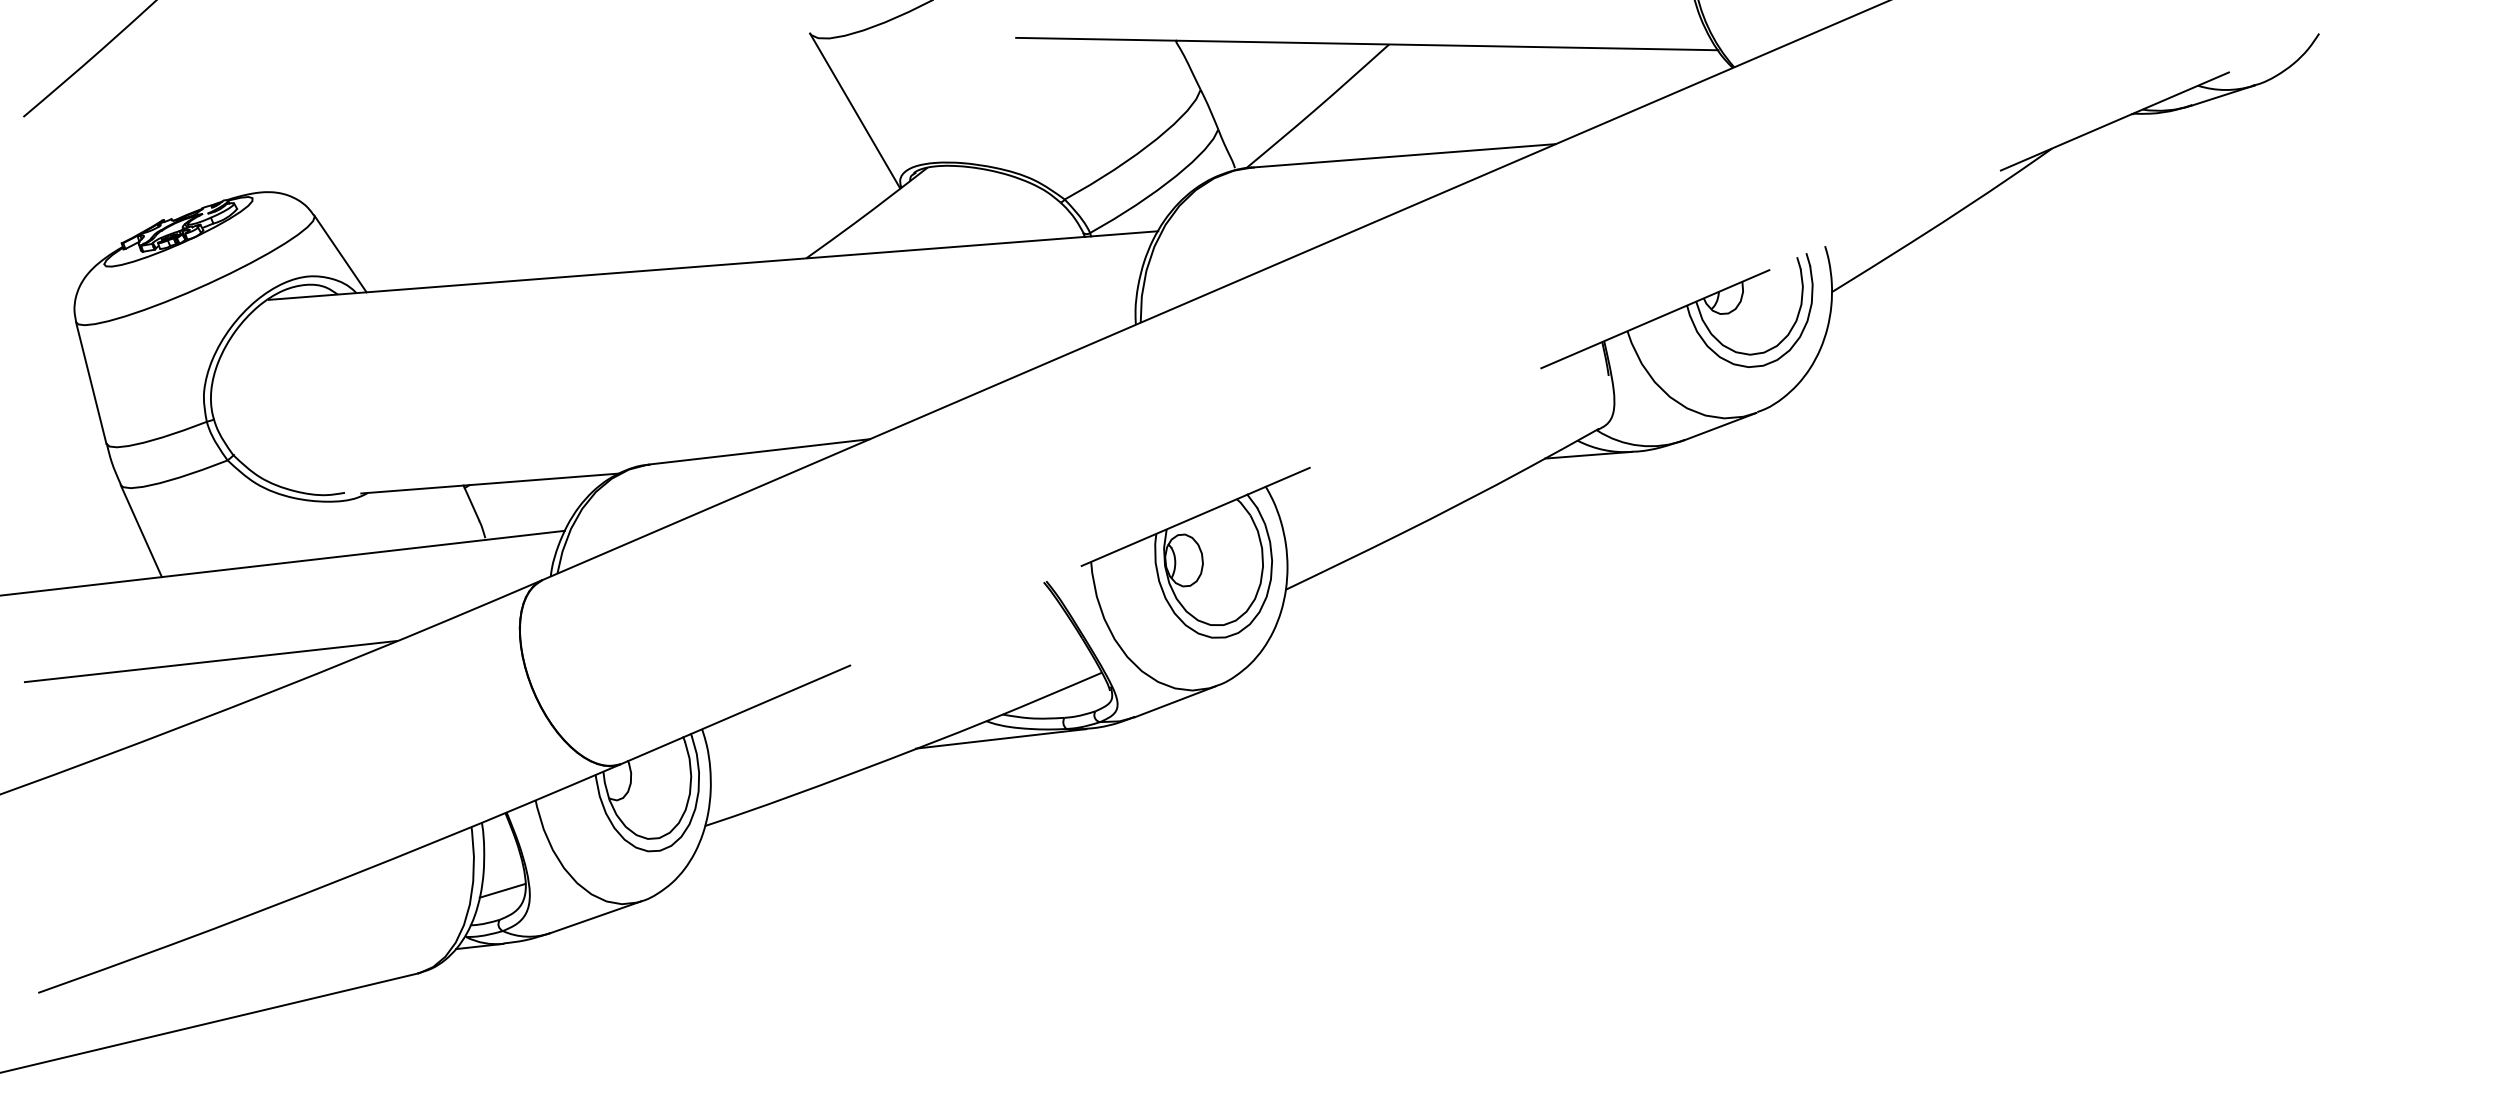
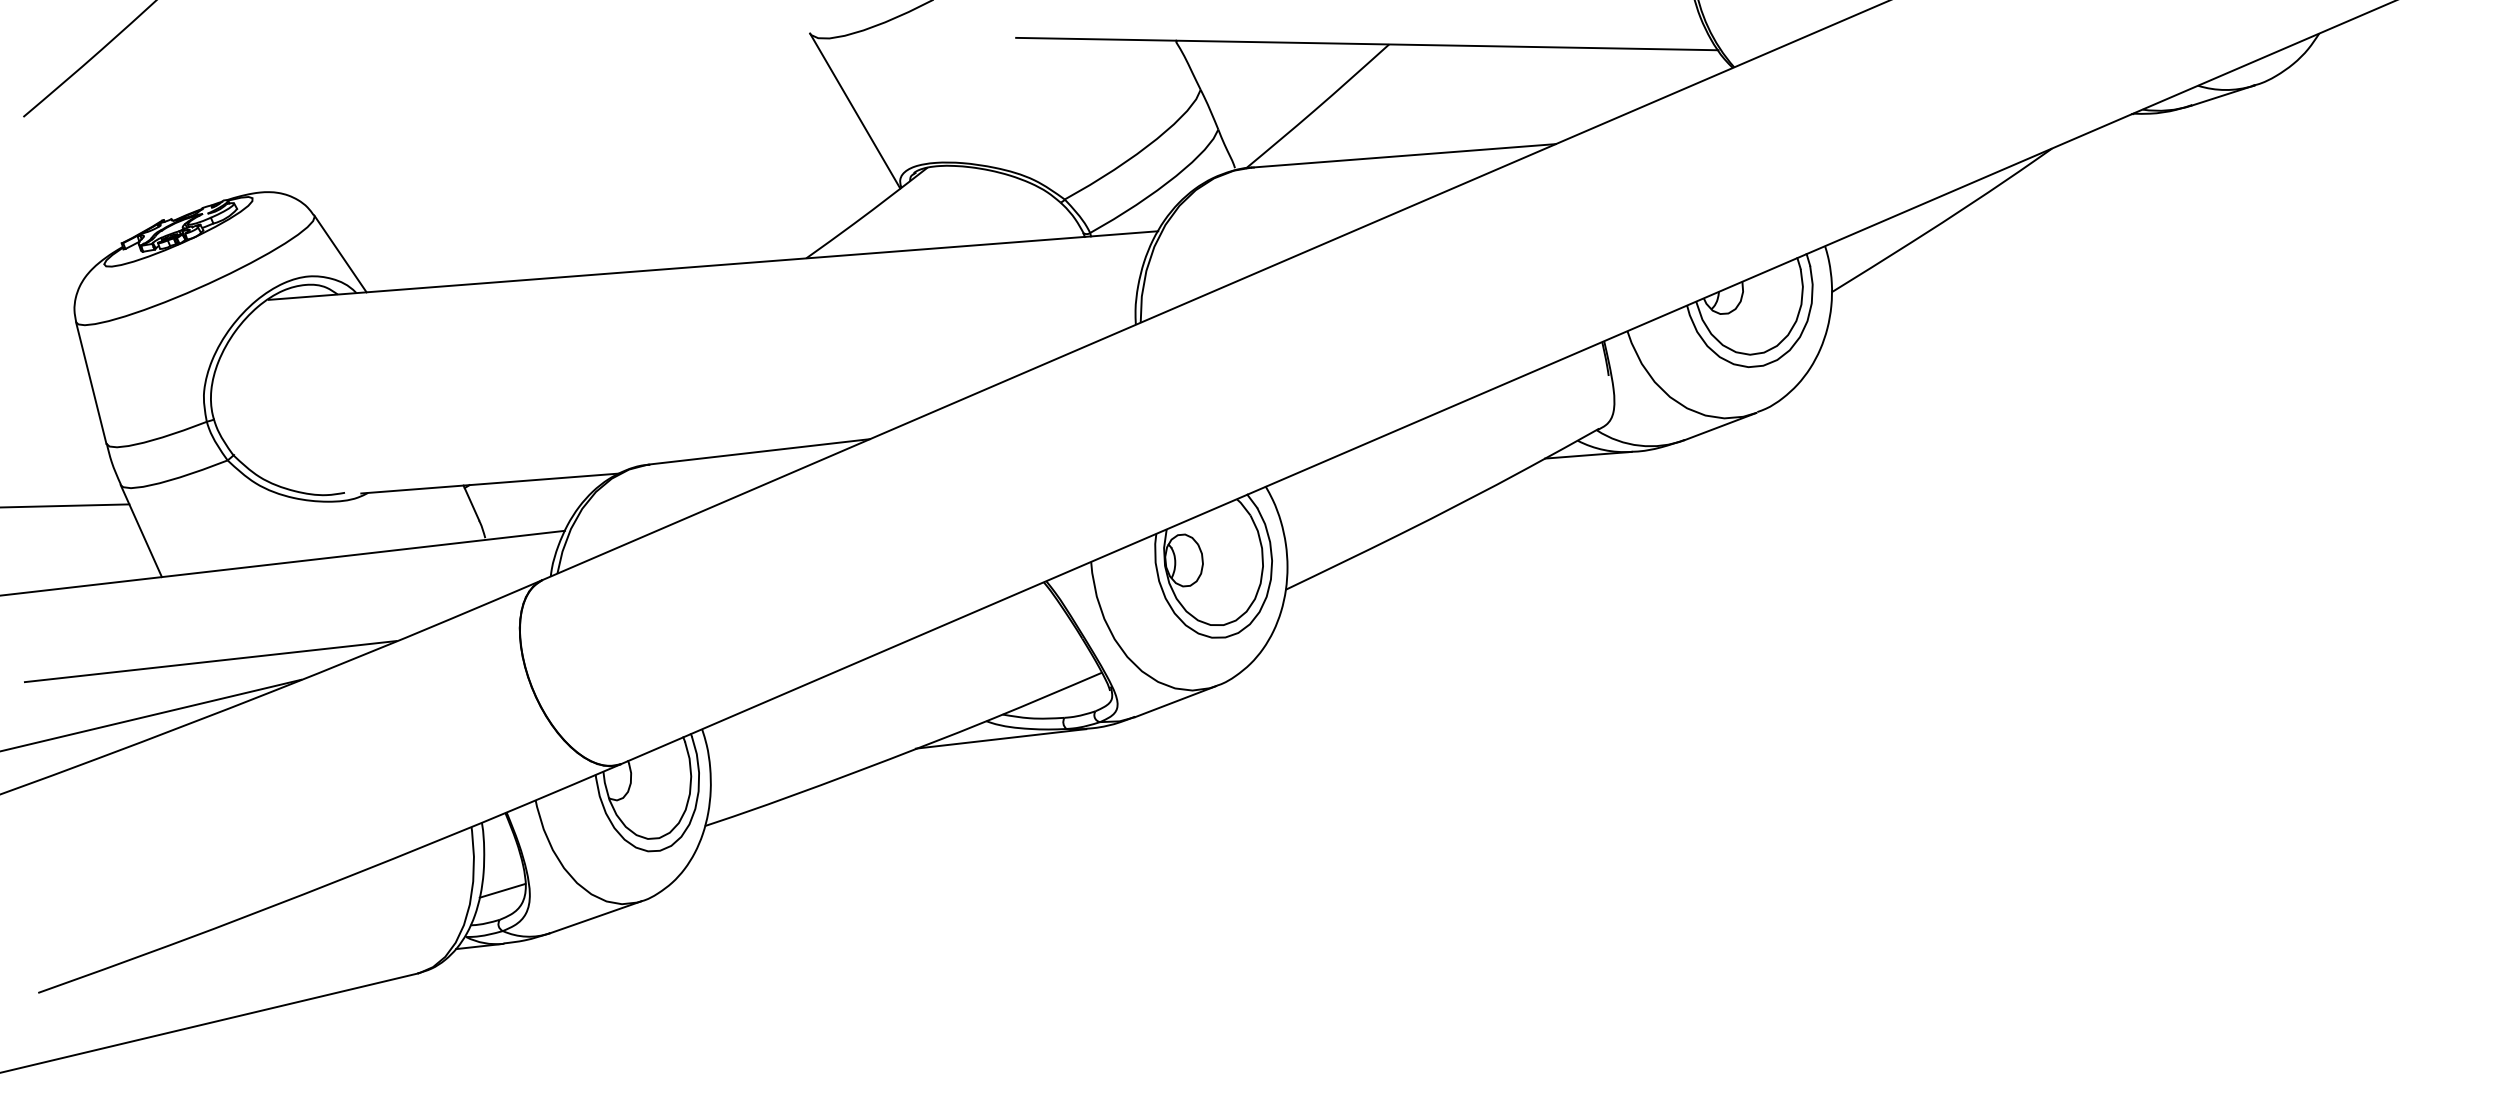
line at (1509, 382): dashed -> solid
line at (65, 505): none -> present
line at (151, 714): none -> present
